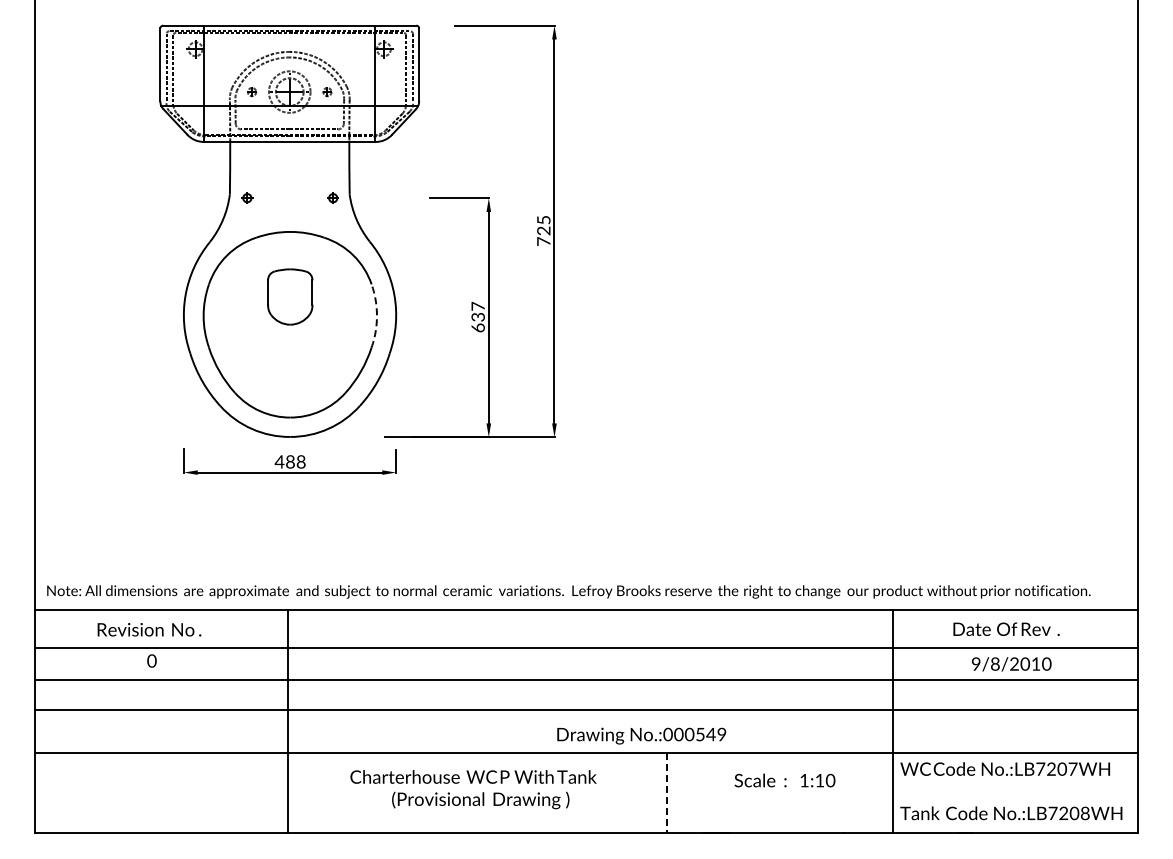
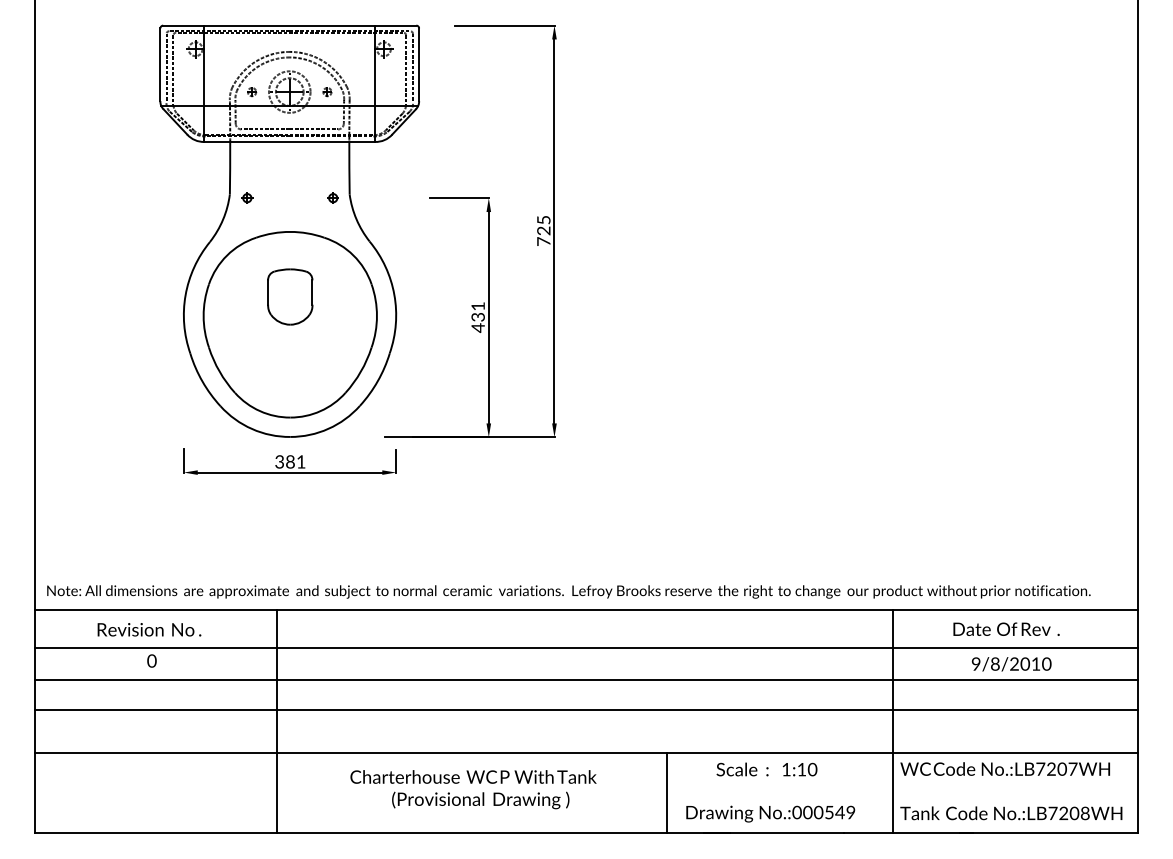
arc at (376, 316): dashed -> solid
text at (477, 316): 637 -> 431
text at (289, 461): 488 -> 381
line at (287, 721) position: (287, 721) -> (276, 721)
text at (641, 735) position: (641, 735) -> (770, 813)
text at (784, 780) position: (784, 780) -> (766, 769)
line at (666, 793): dashed -> solid
